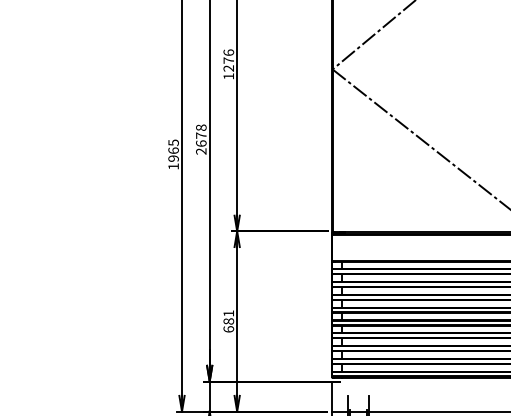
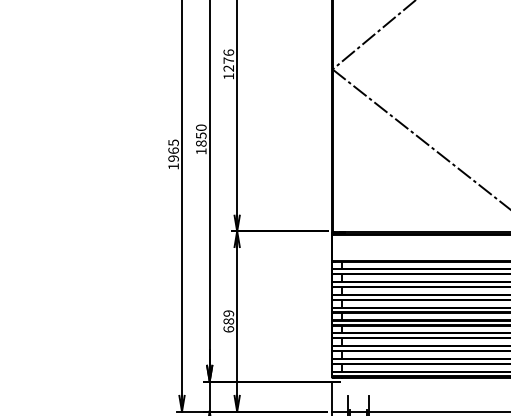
text at (201, 139): 2678 -> 1850
text at (228, 313): 681 -> 689
